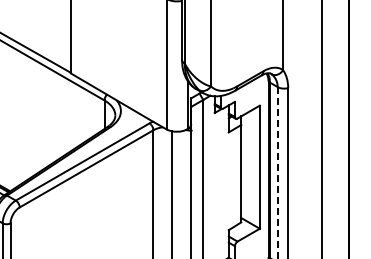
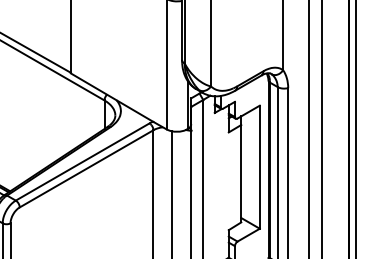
line at (309, 128): none -> present
line at (355, 128): none -> present
line at (277, 172): dashed -> solid
